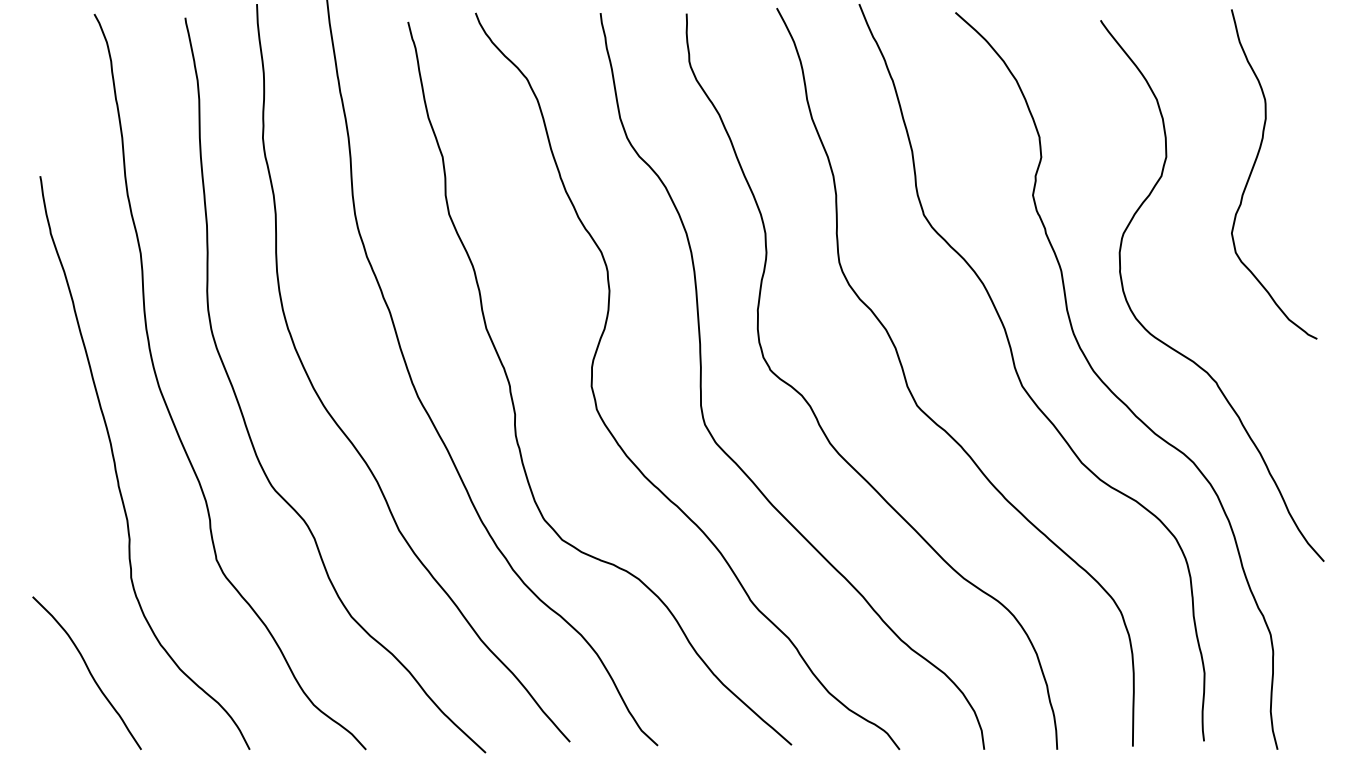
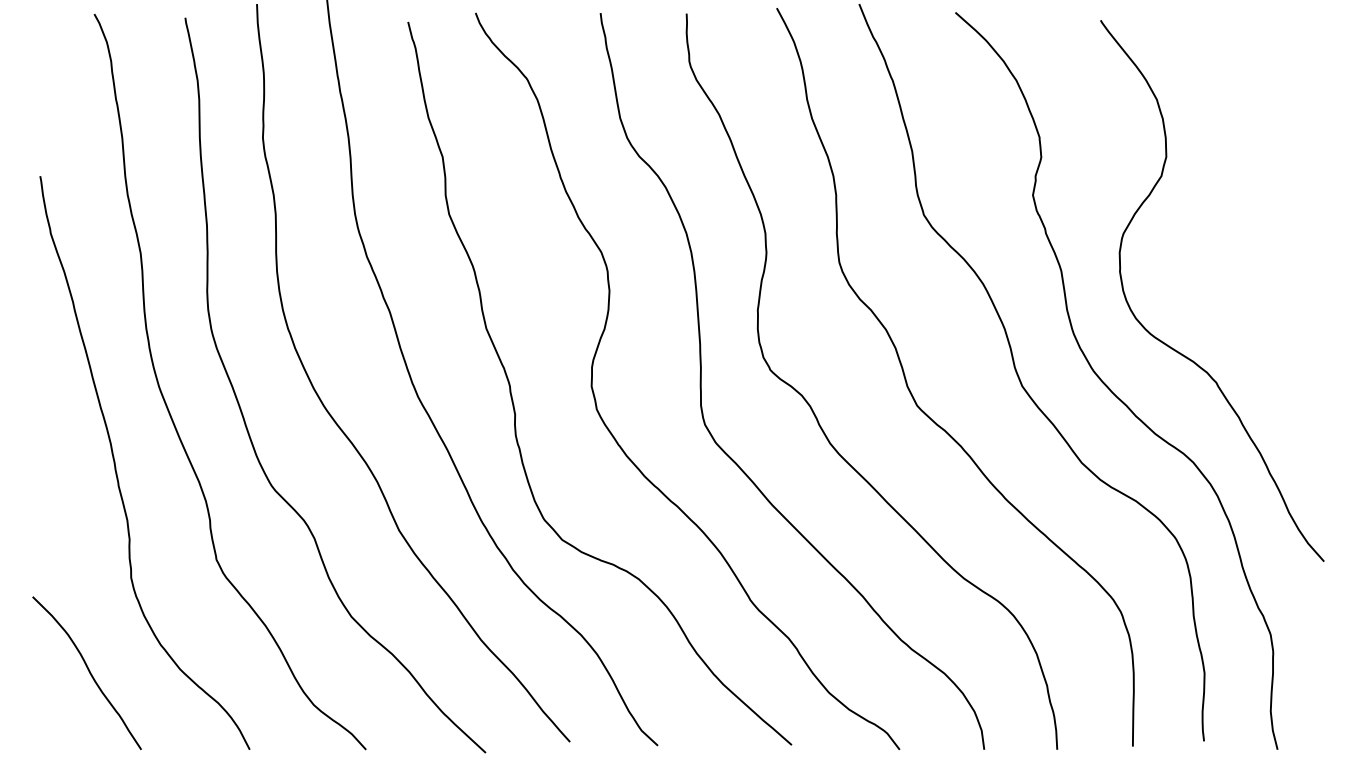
curve at (1255, 164): present -> none
